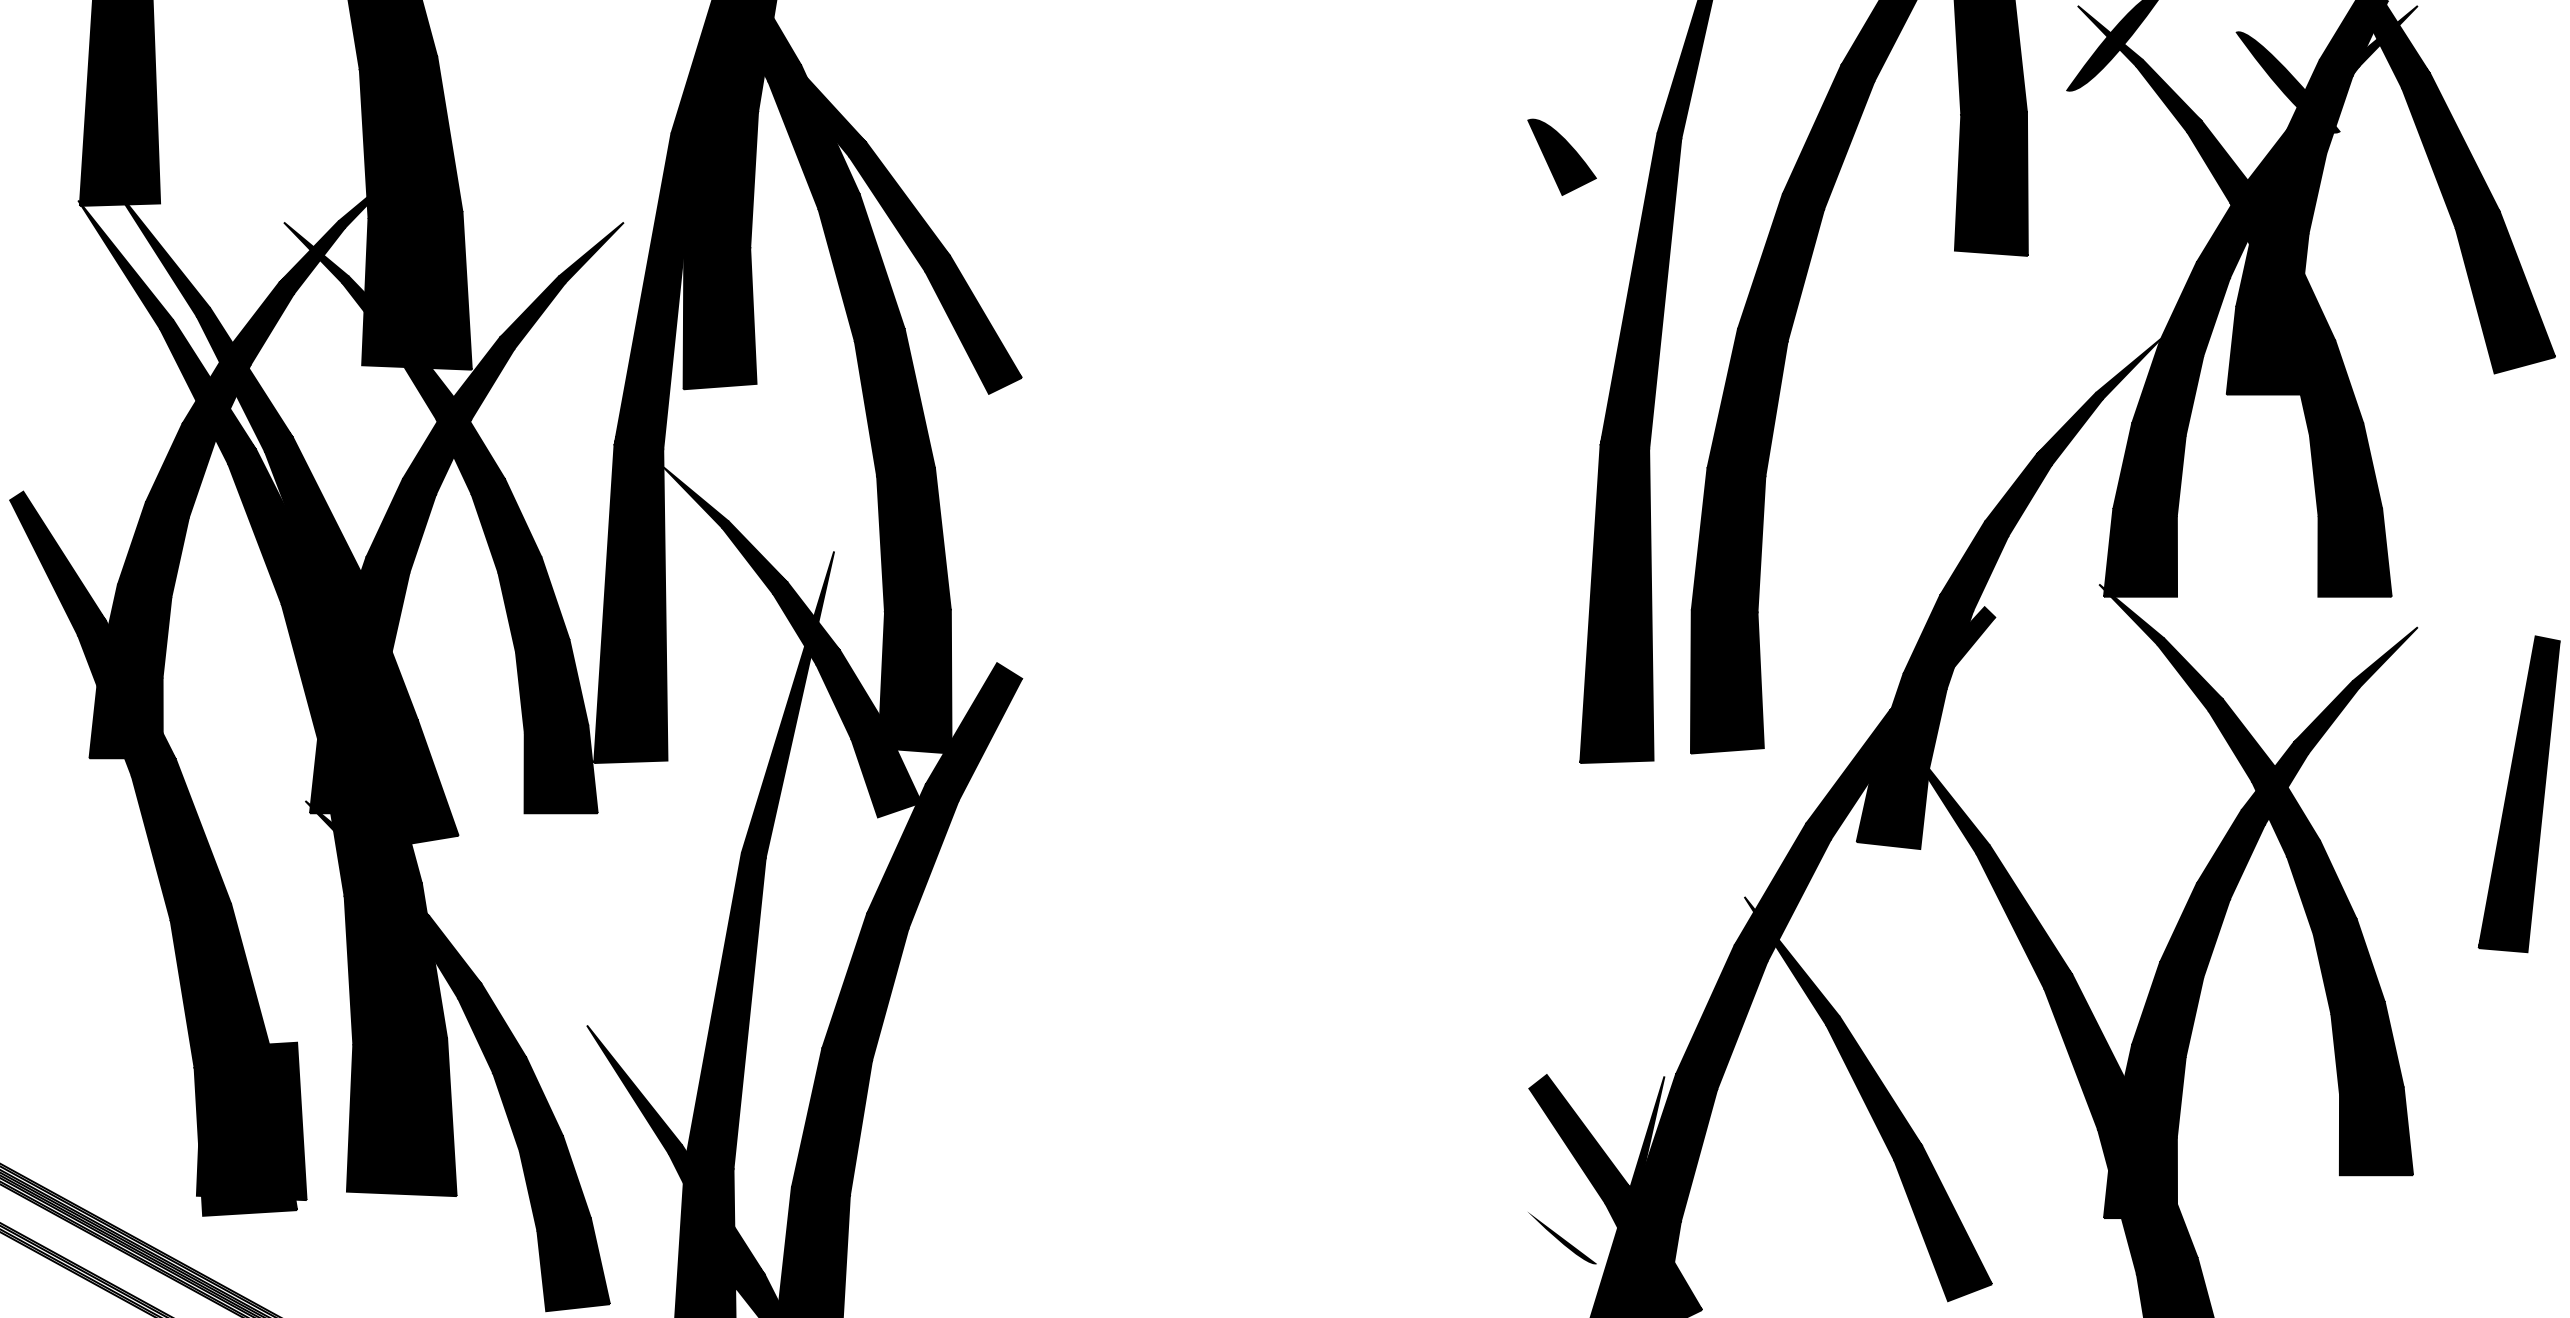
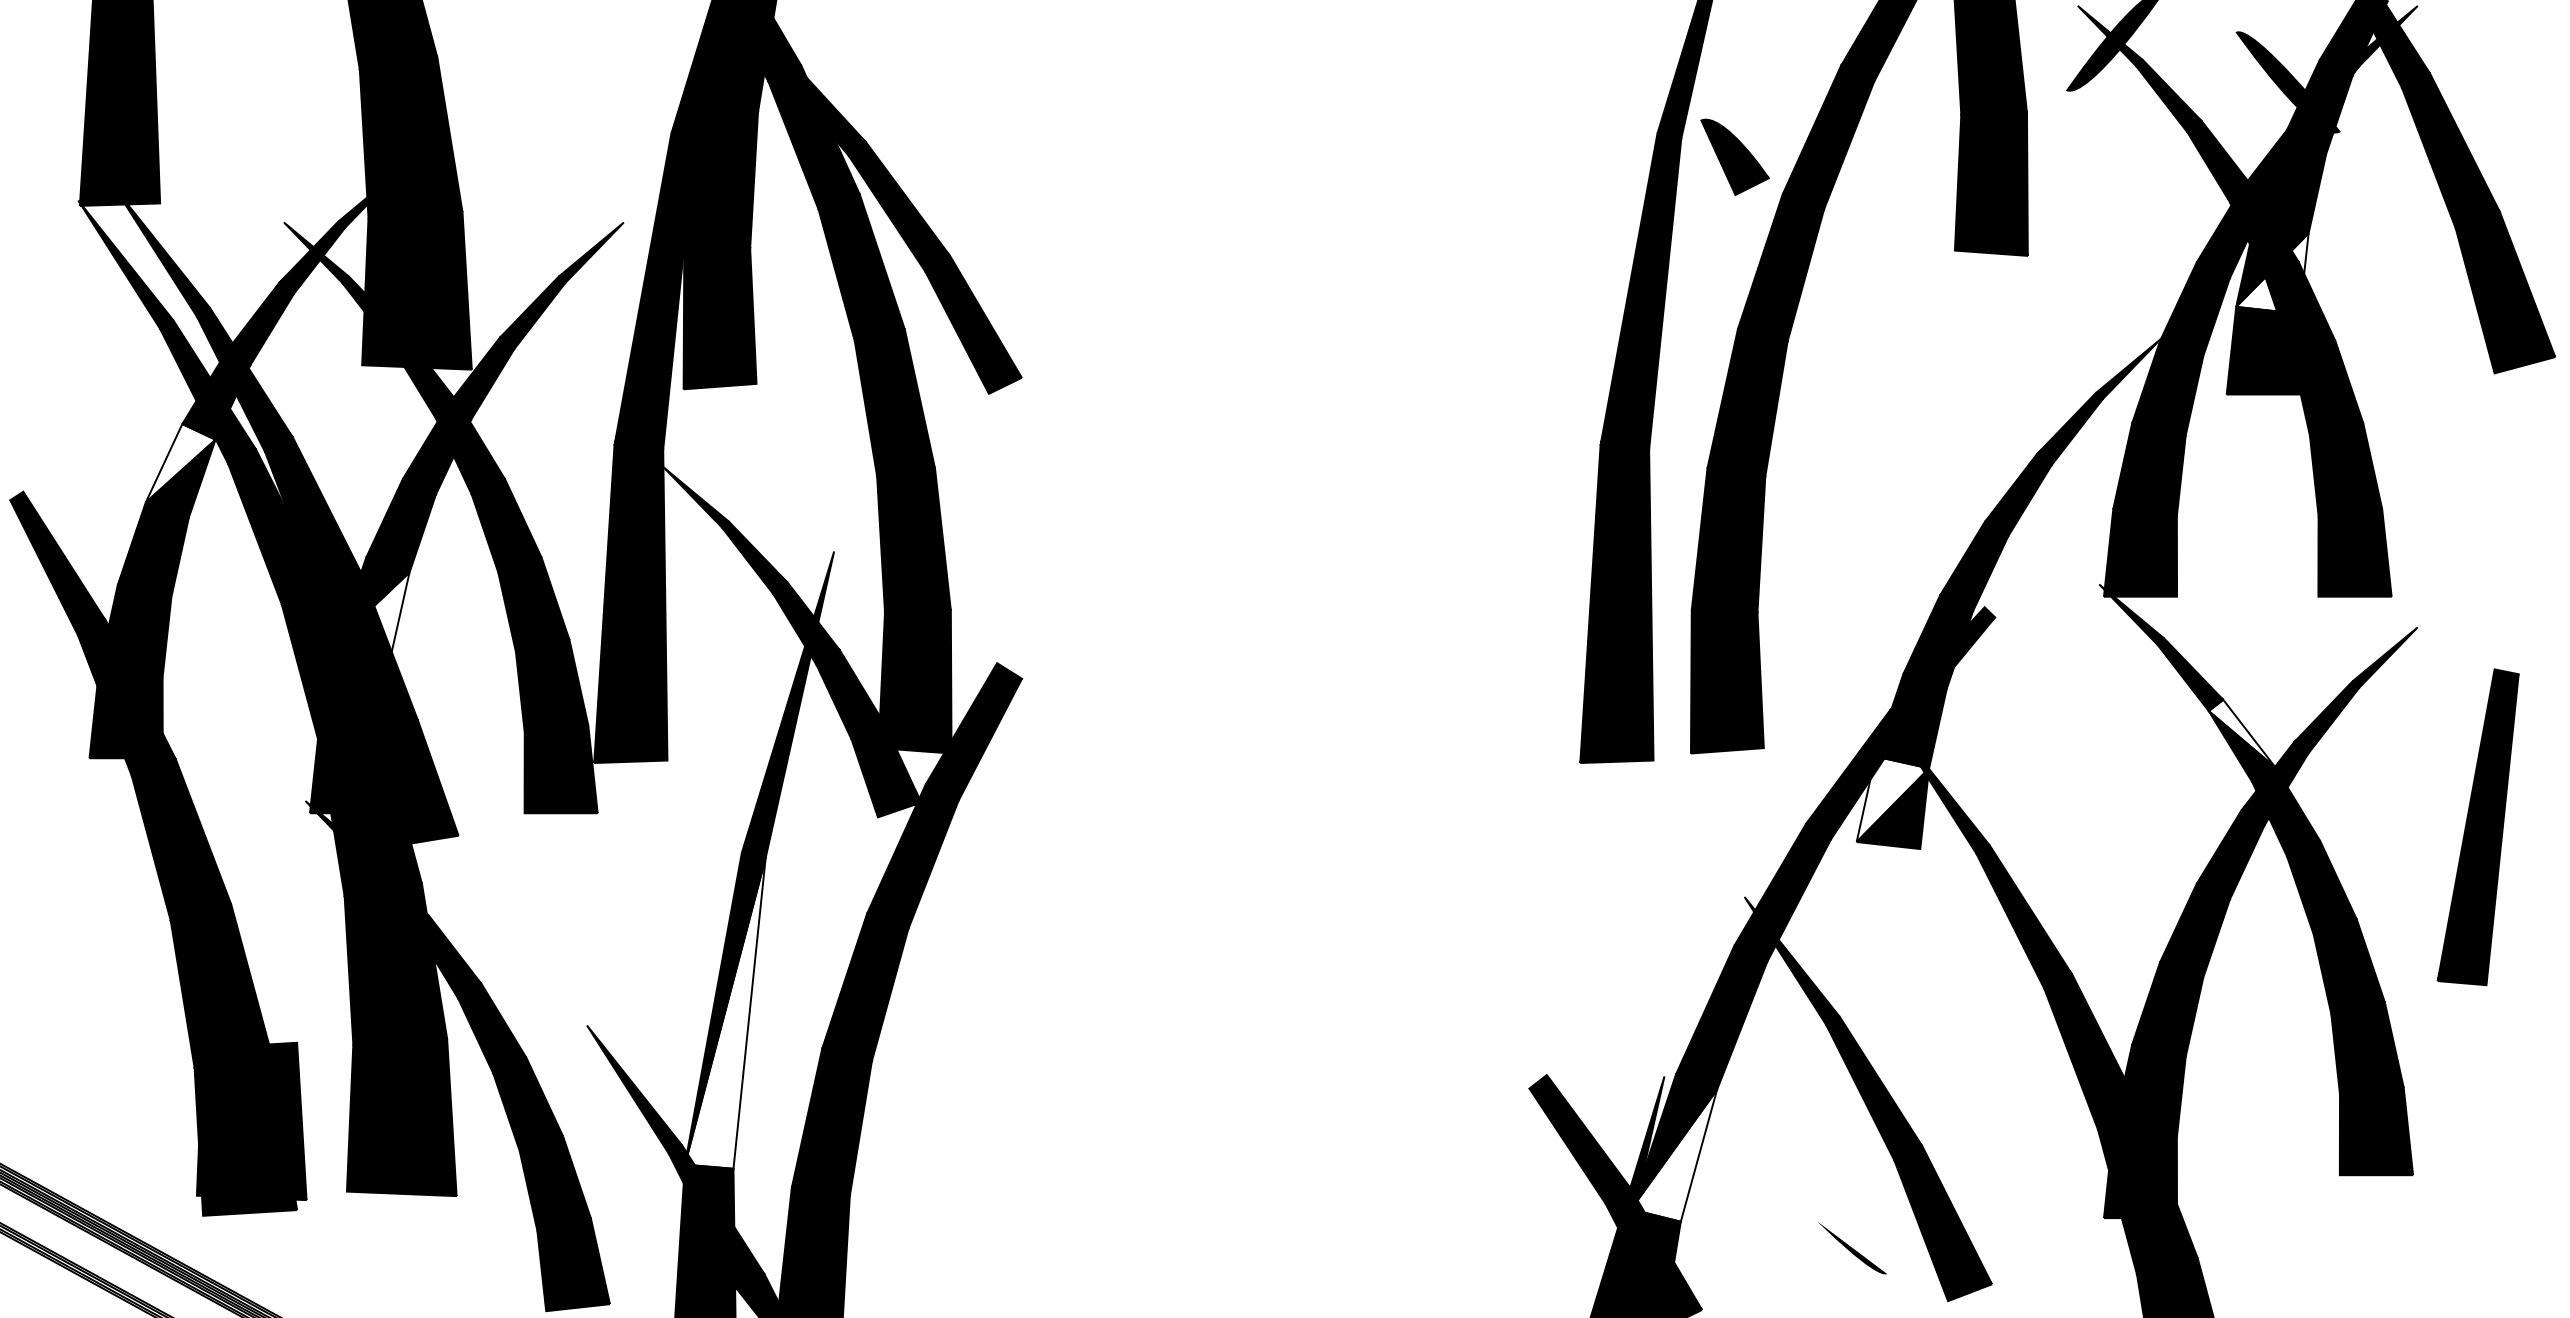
part at (1561, 156) position: (1561, 156) -> (1734, 156)
fill at (2272, 273): present -> none
fill at (180, 463): present -> none
fill at (373, 612): present -> none
fill at (2241, 733): present -> none
part at (2518, 794) position: (2518, 794) -> (2477, 827)
fill at (1892, 799): present -> none
fill at (724, 1012): present -> none
fill at (1674, 1155): present -> none
part at (1562, 1238) position: (1562, 1238) -> (1852, 1248)
